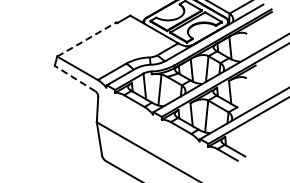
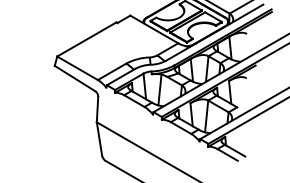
line at (87, 39): dashed -> solid
line at (75, 78): dashed -> solid
